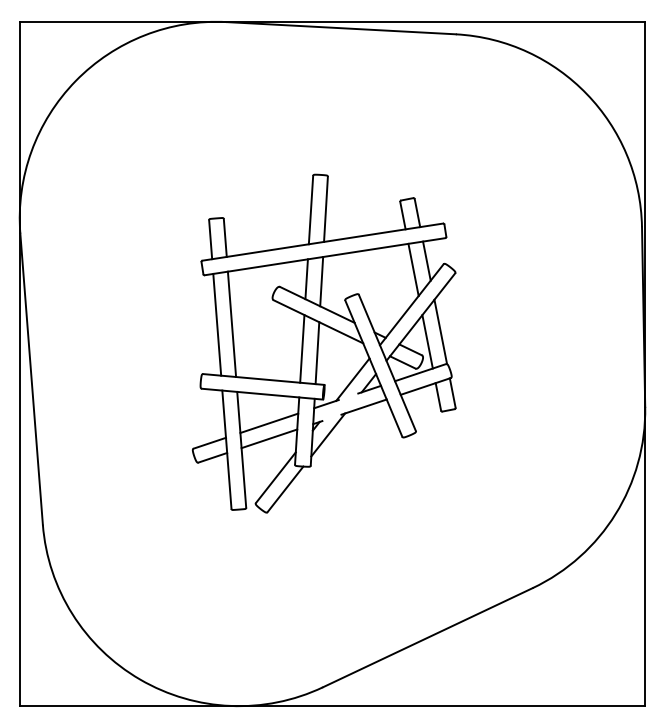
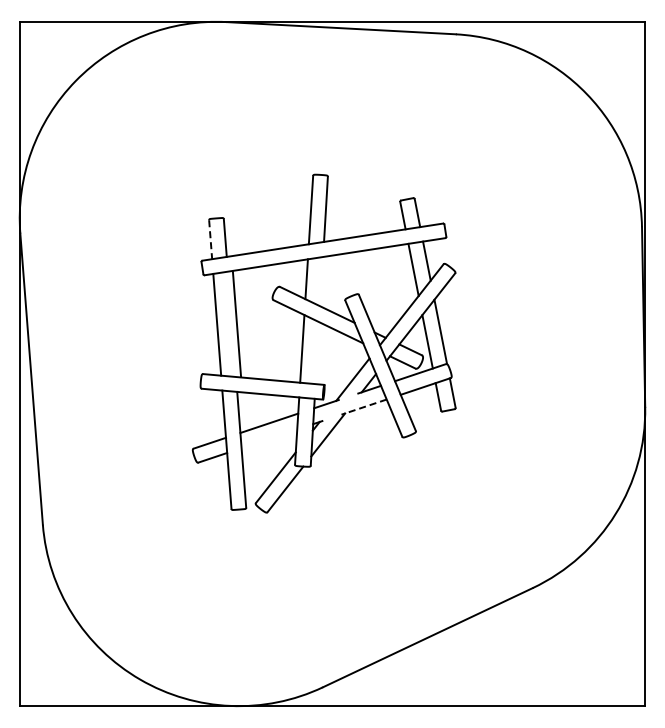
line at (210, 239): solid -> dashed
line at (321, 281): present -> none
line at (231, 324) position: (231, 324) -> (236, 324)
line at (317, 353): present -> none
line at (364, 407): solid -> dashed
line at (269, 438): present -> none
